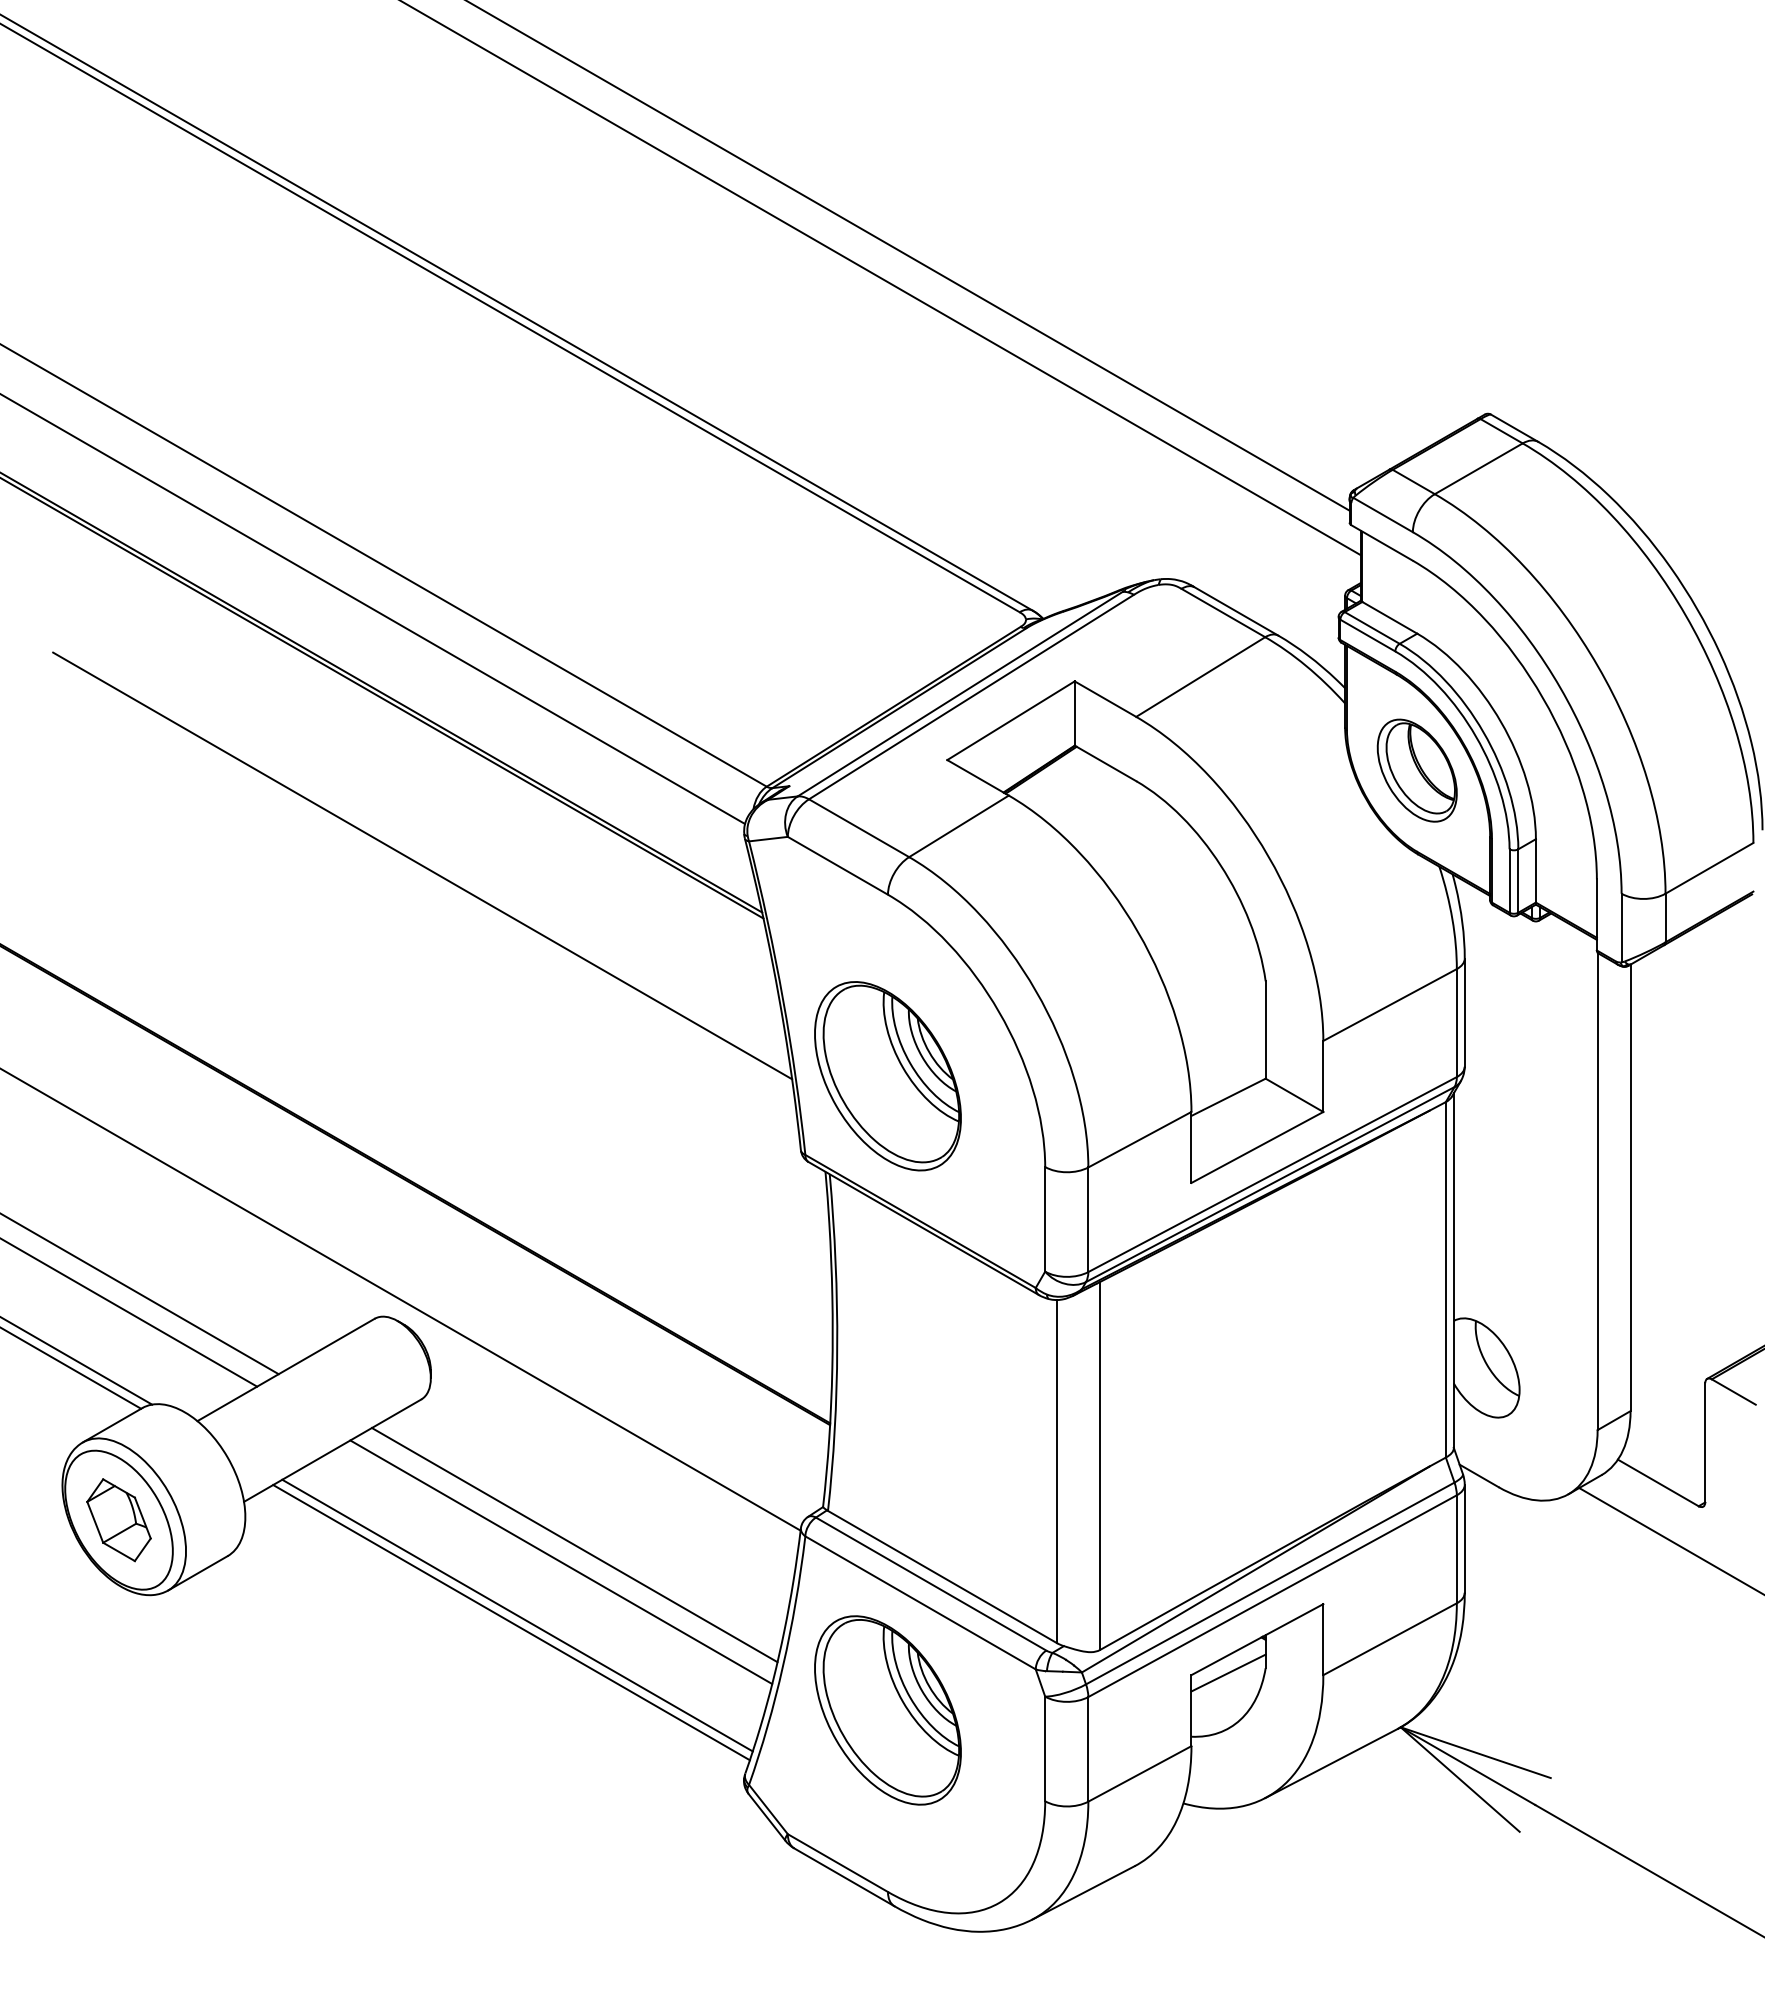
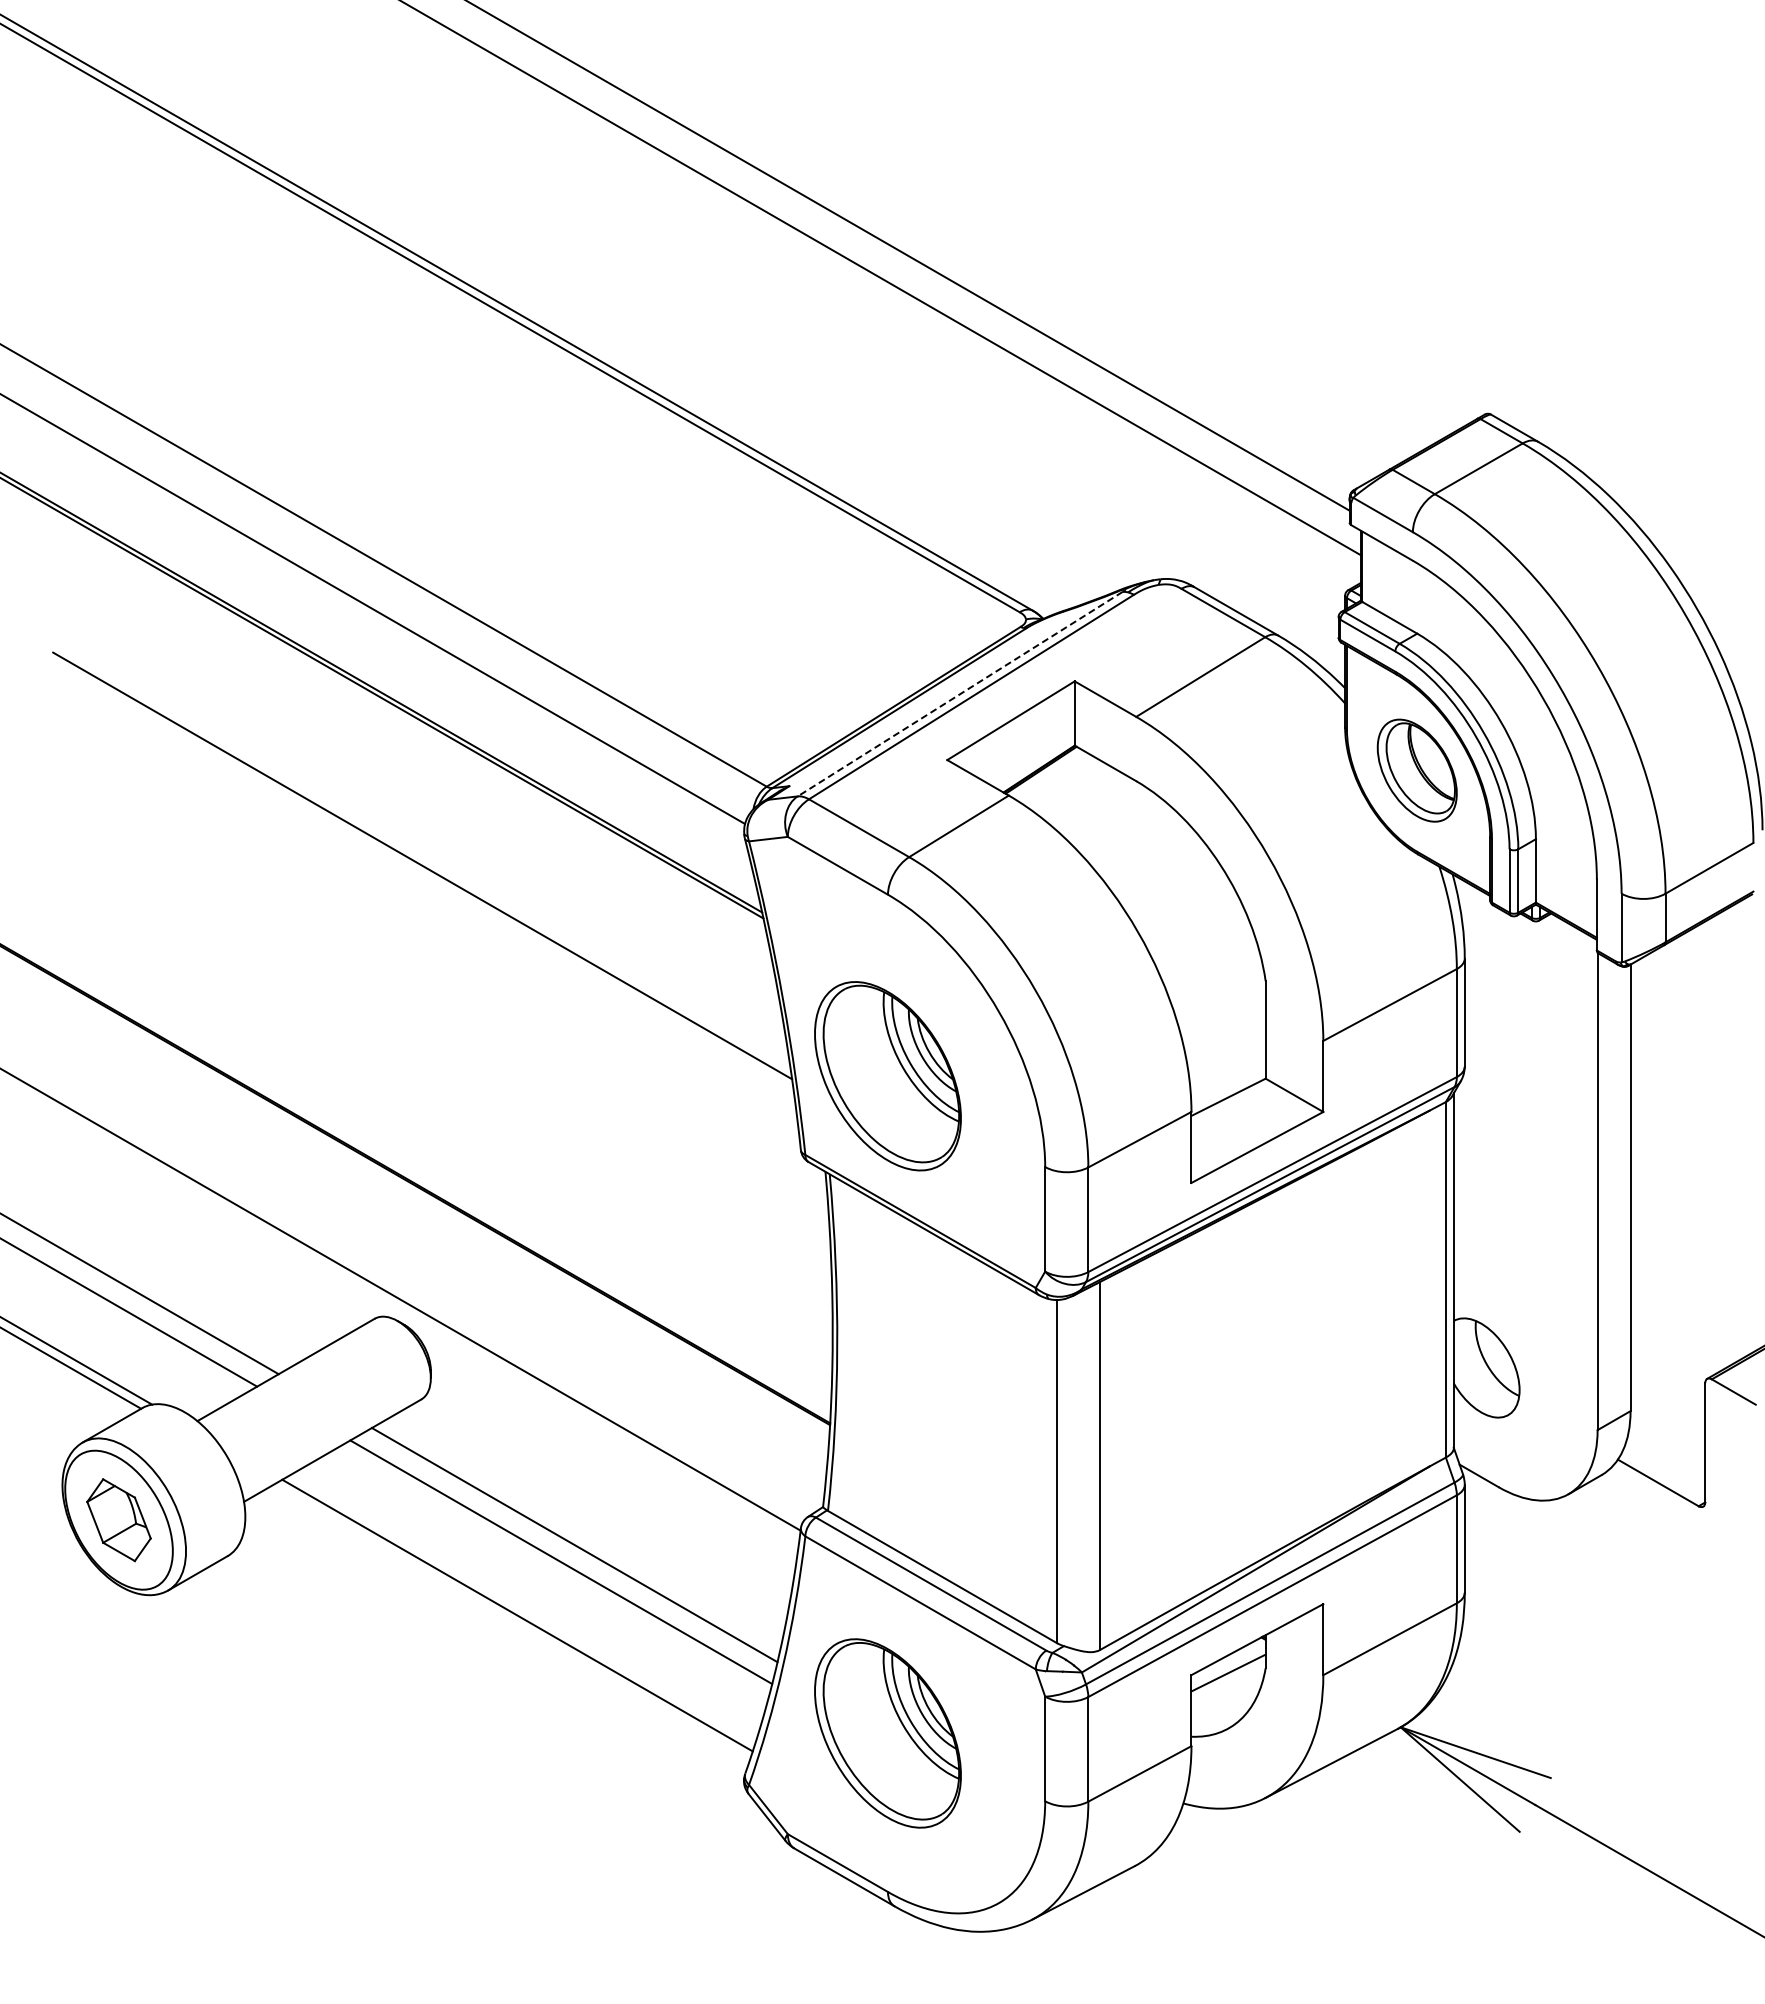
line at (960, 694): solid -> dashed
line at (1670, 1540): present -> none
line at (511, 1622): present -> none
part at (887, 1710) position: (887, 1710) -> (887, 1733)
